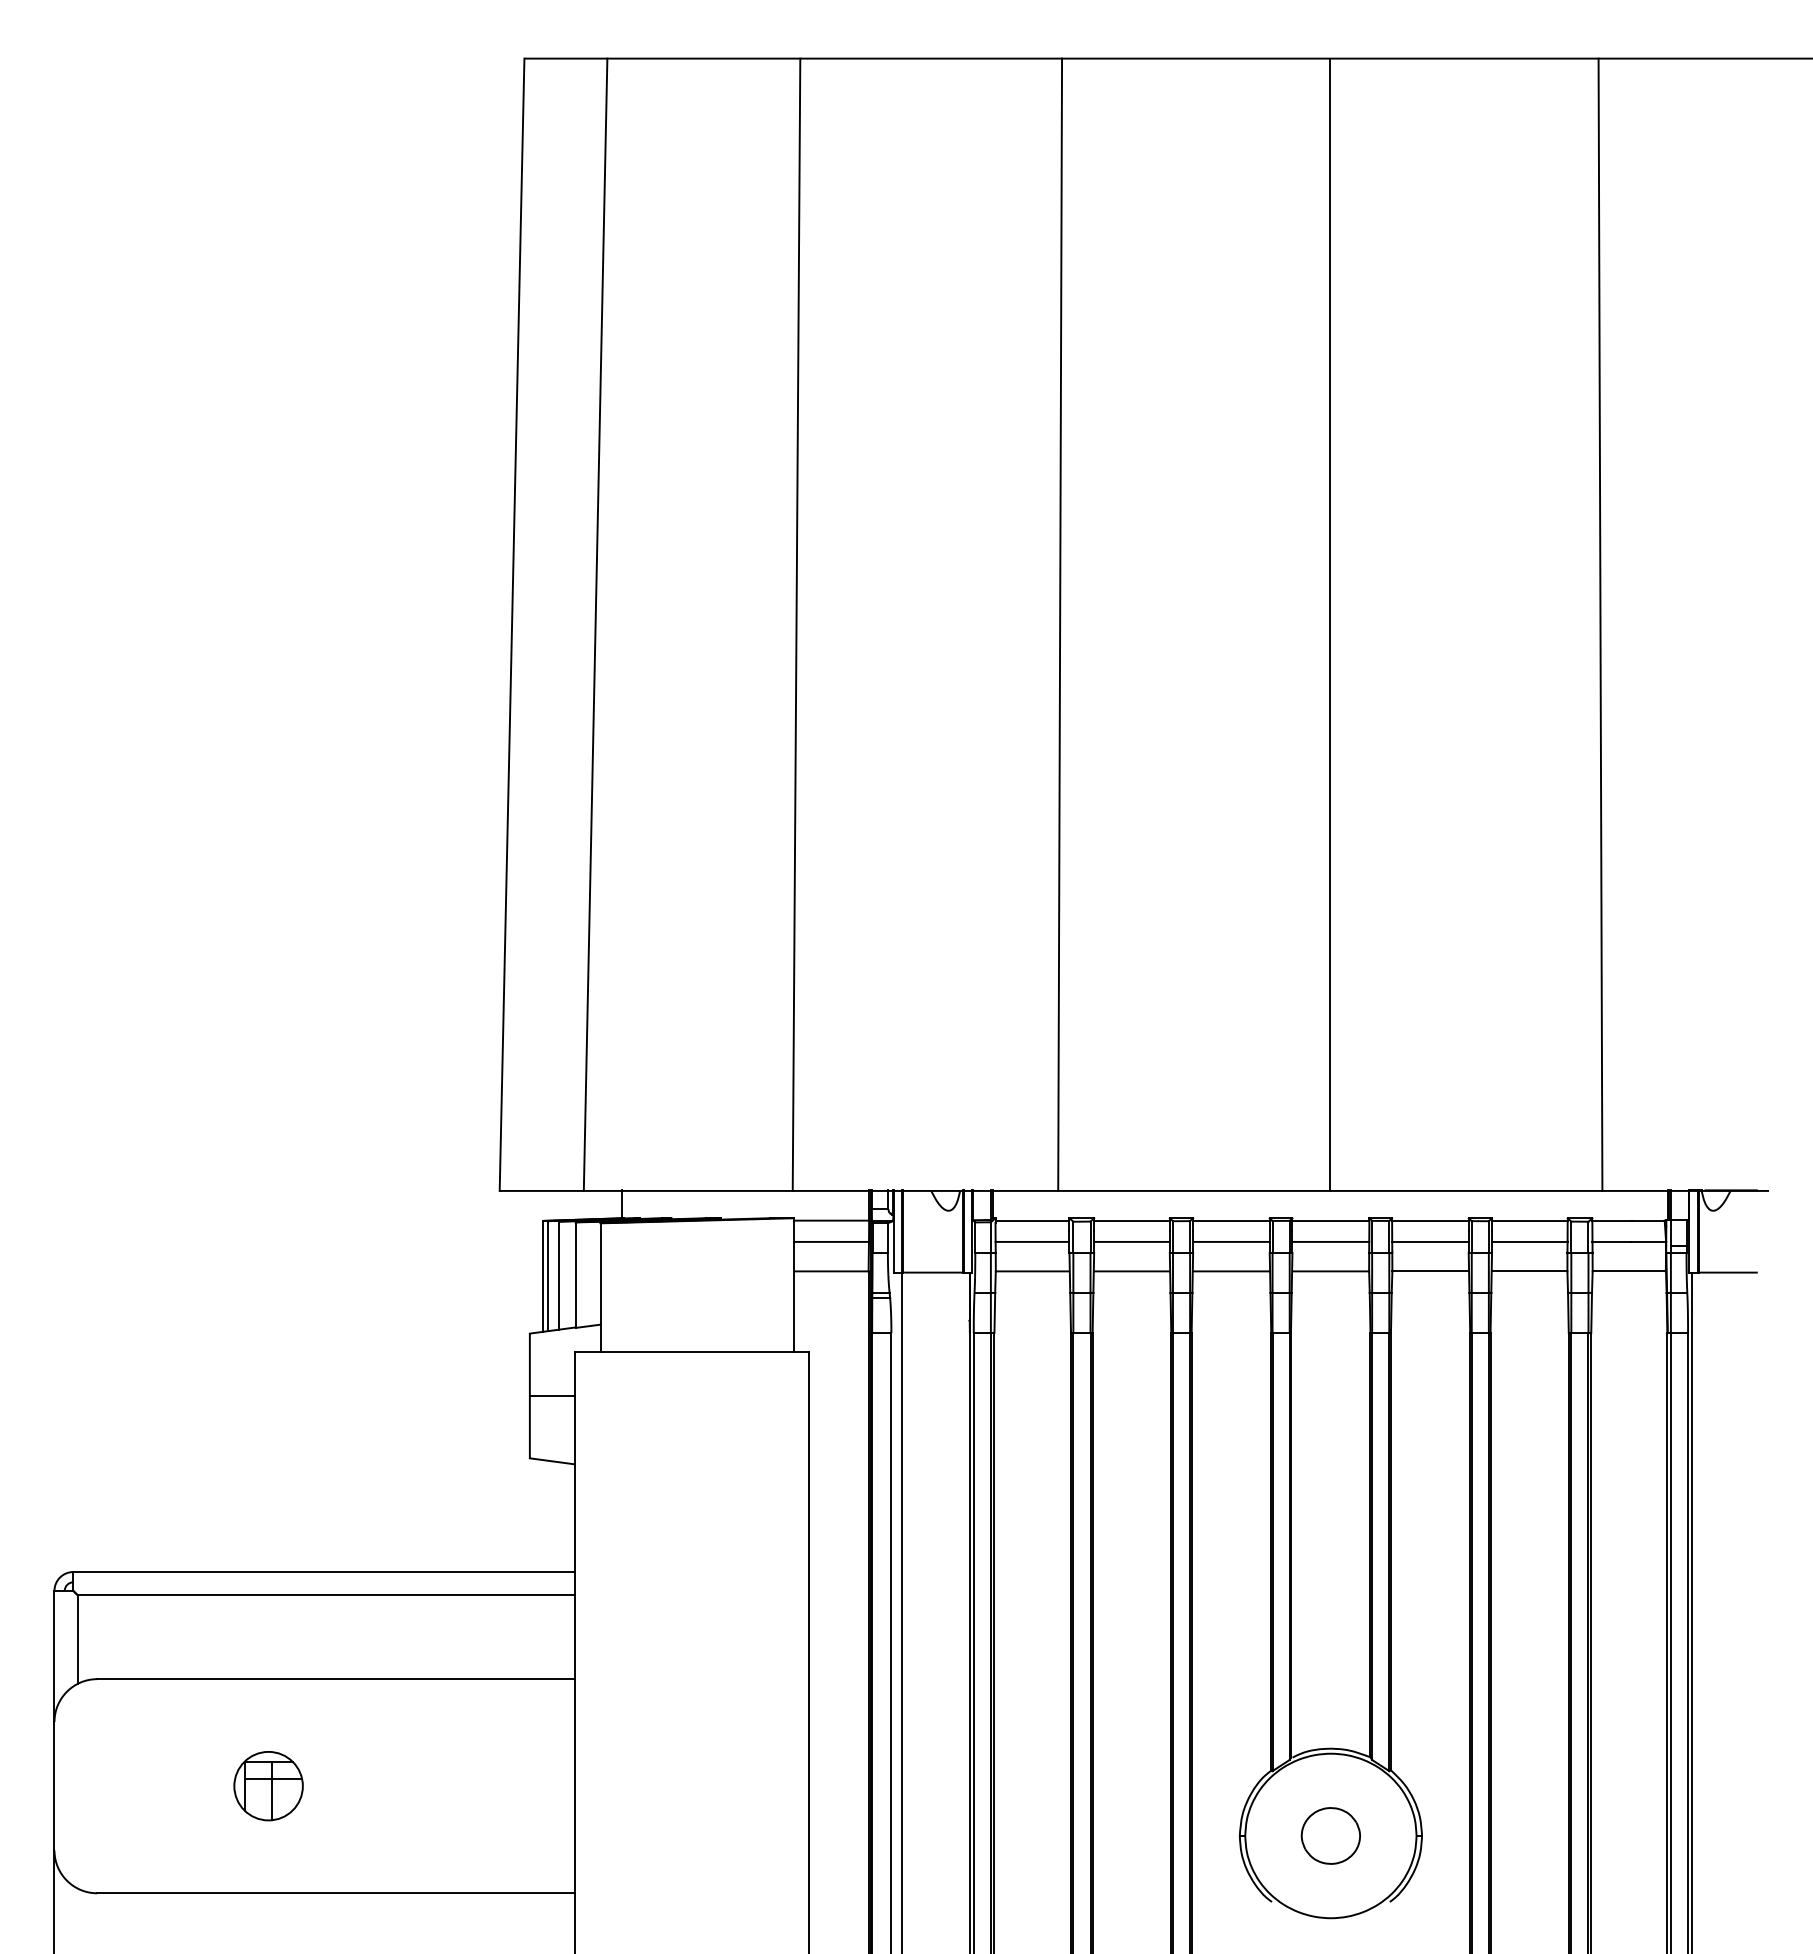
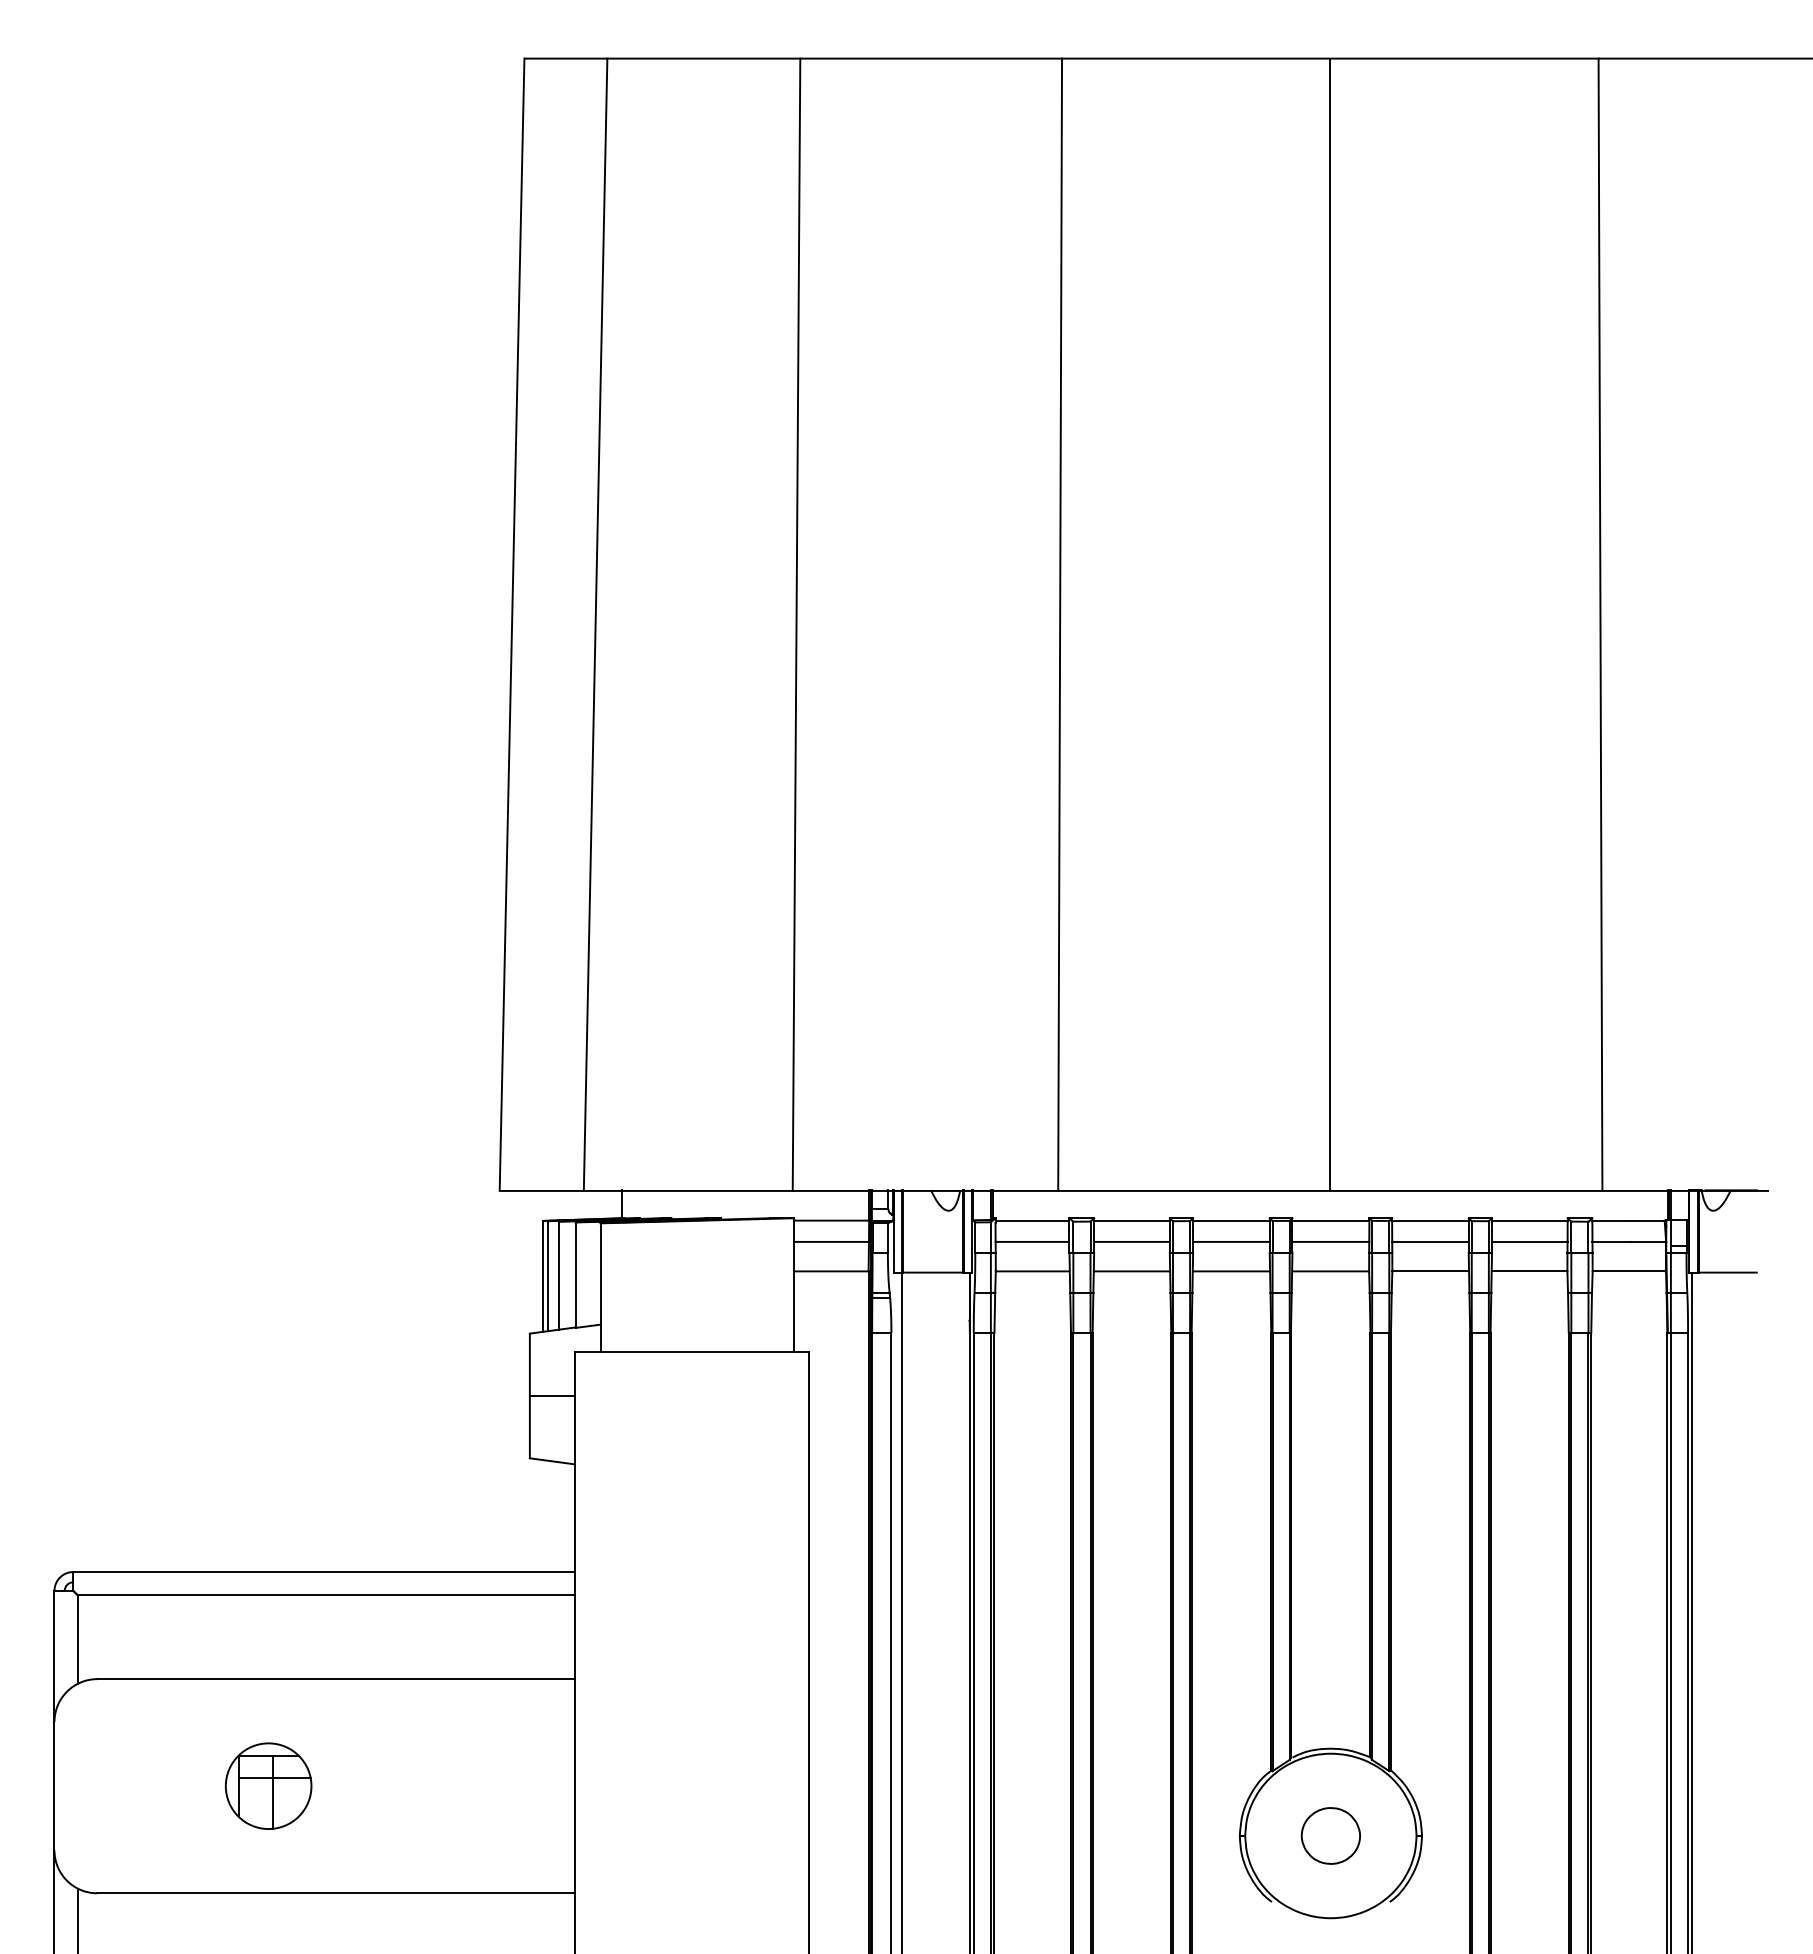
part at (268, 1786) size: 71x71 px -> 89x88 px
line at (77, 1919): none -> present
